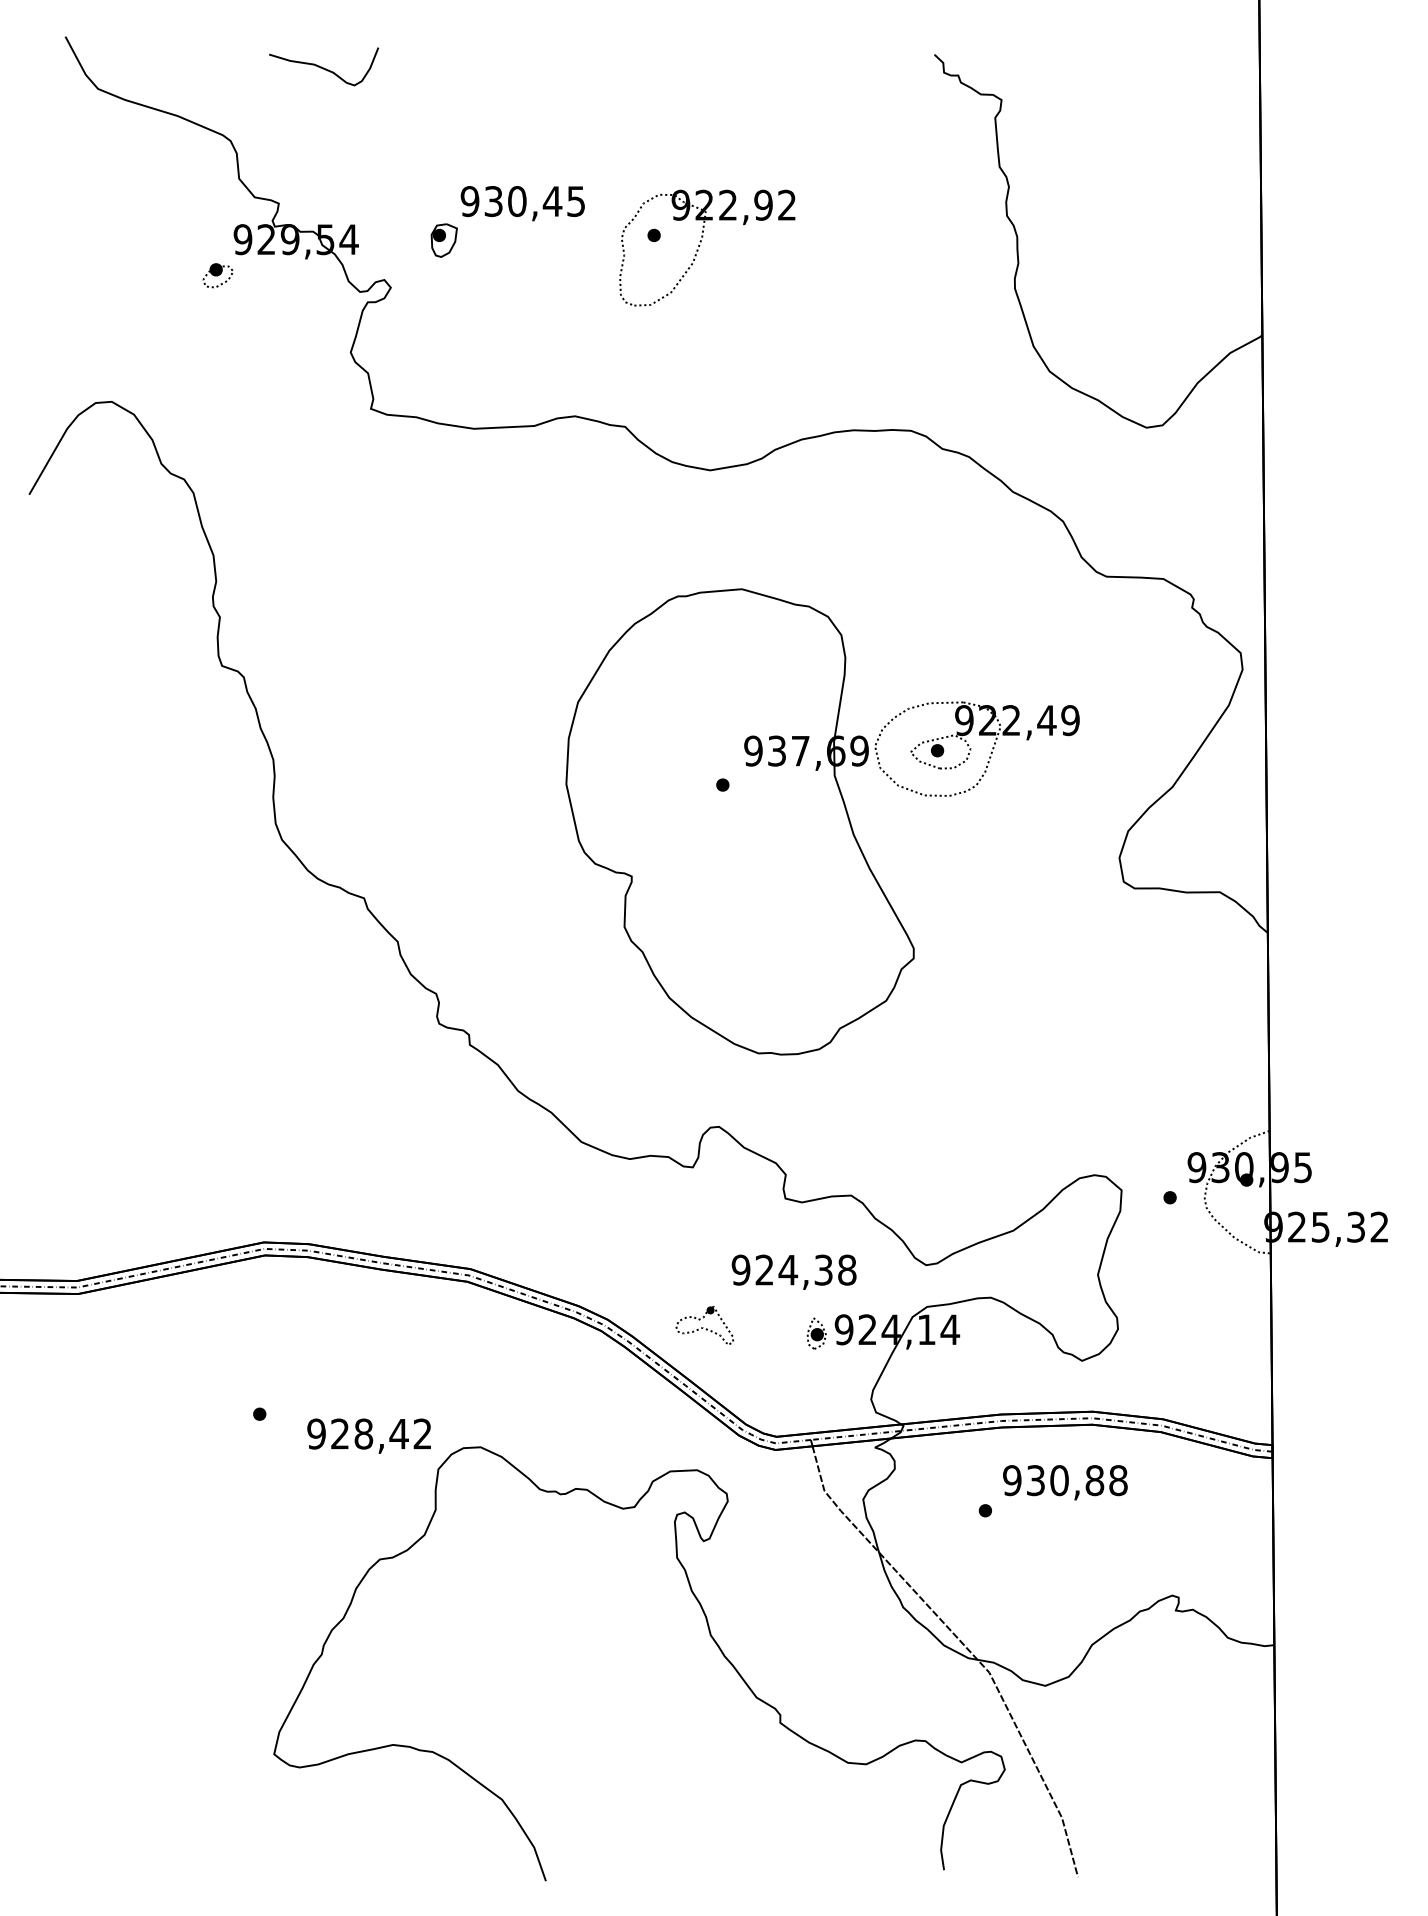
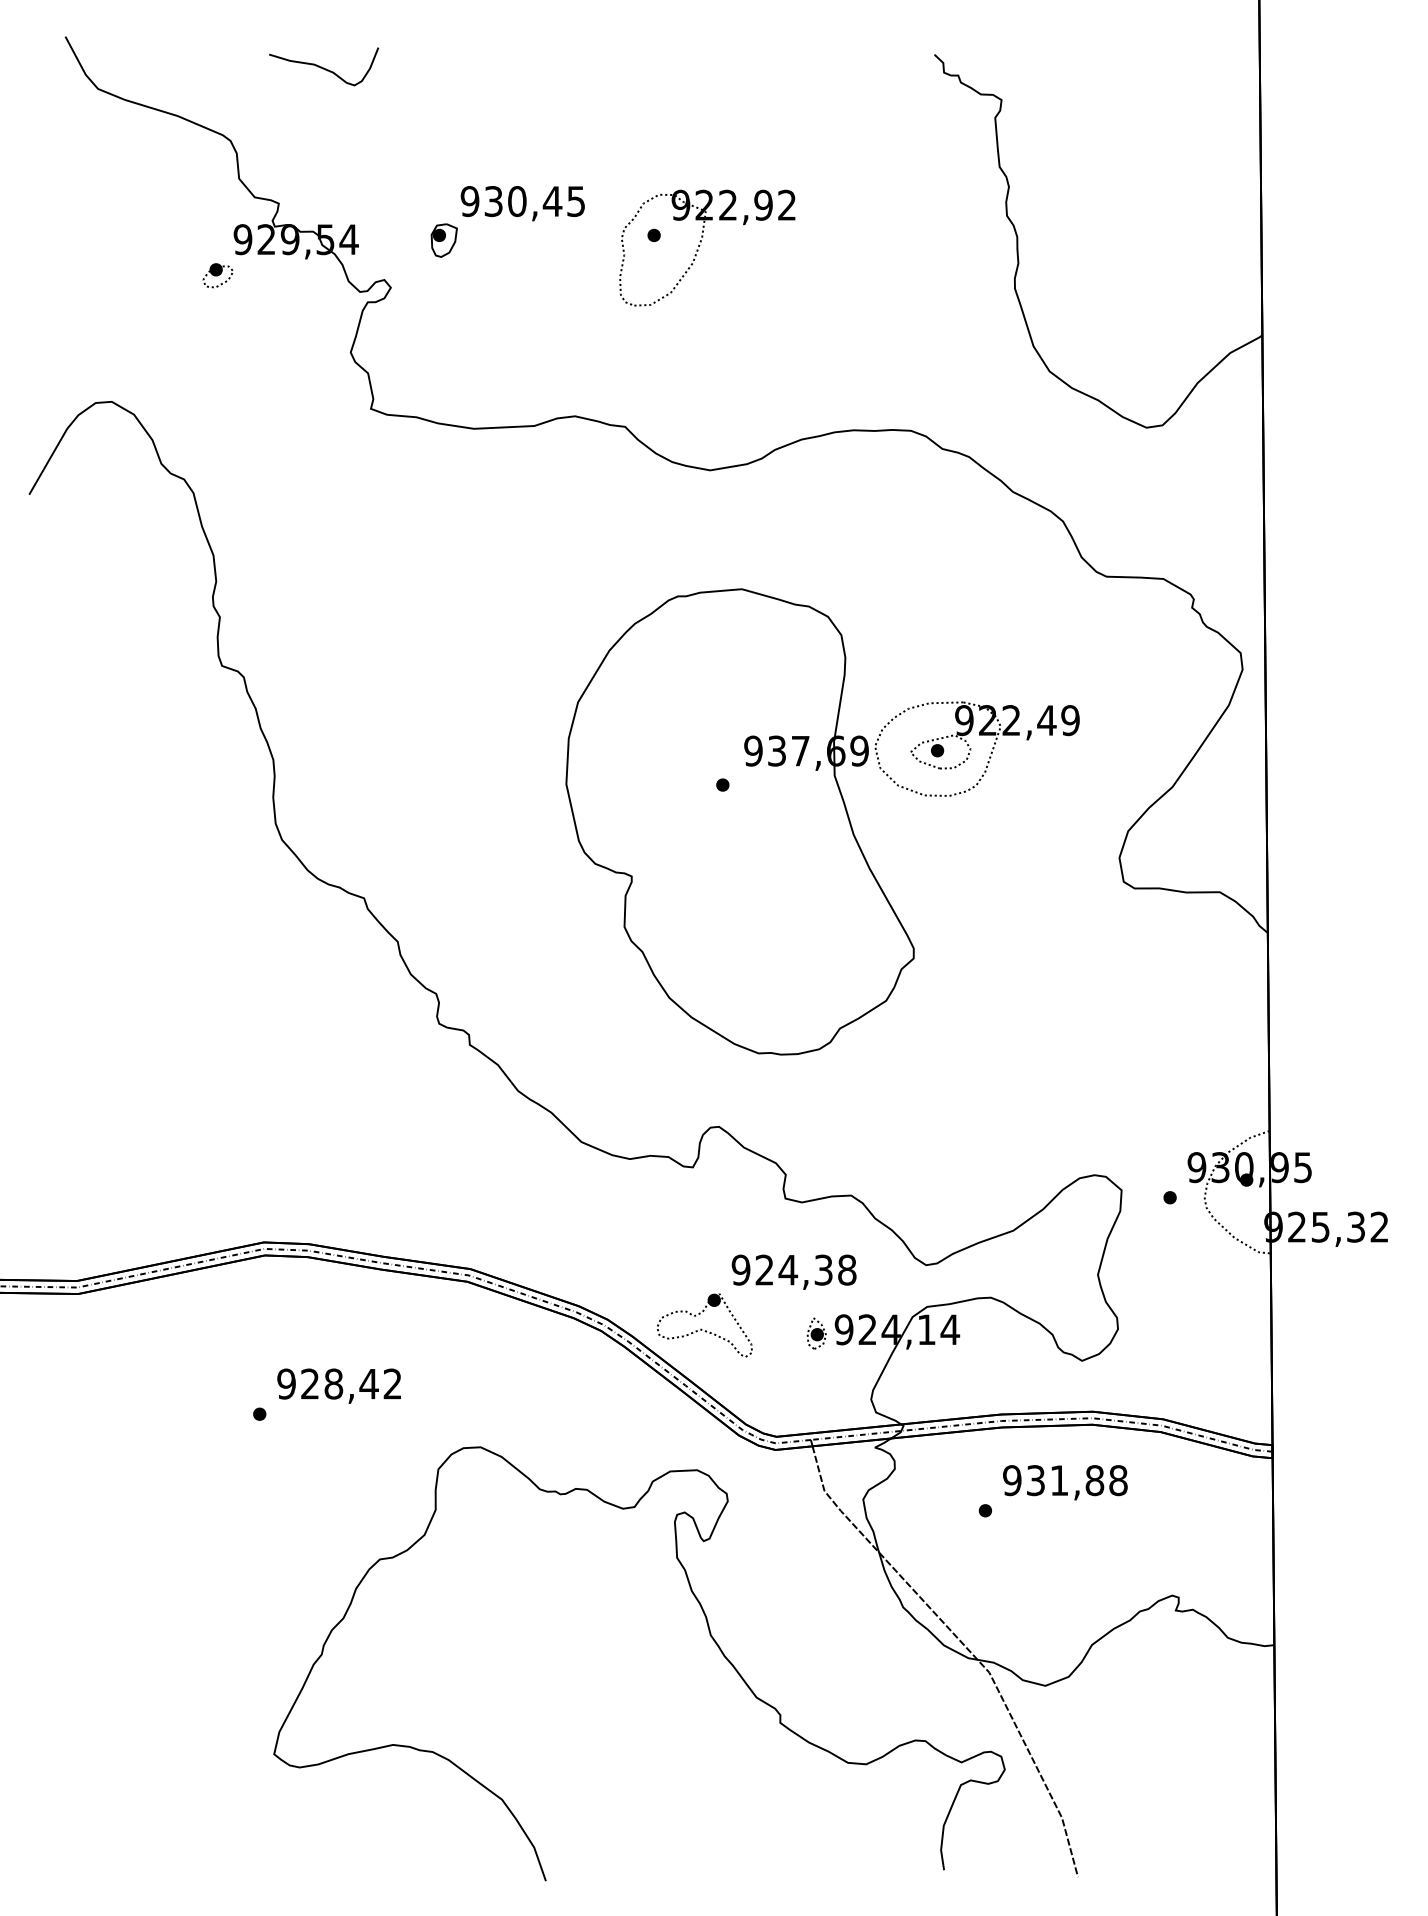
part at (704, 1325) size: 60x39 px -> 96x65 px
text at (368, 1435) position: (368, 1435) -> (338, 1385)
text at (1059, 1480): 930,88 -> 931,88
